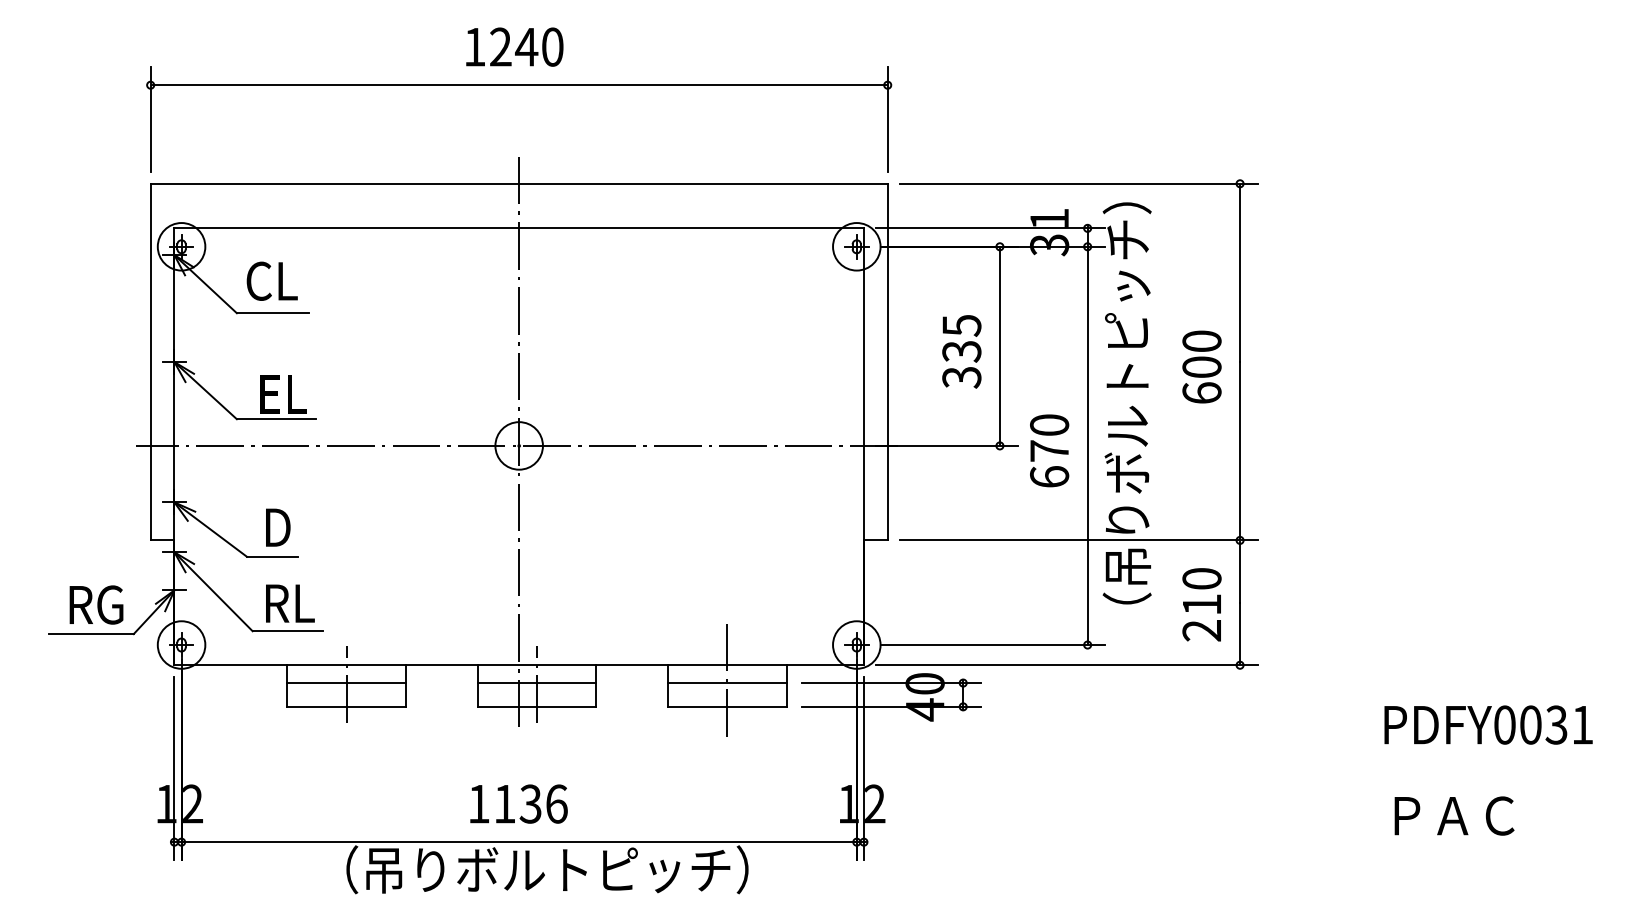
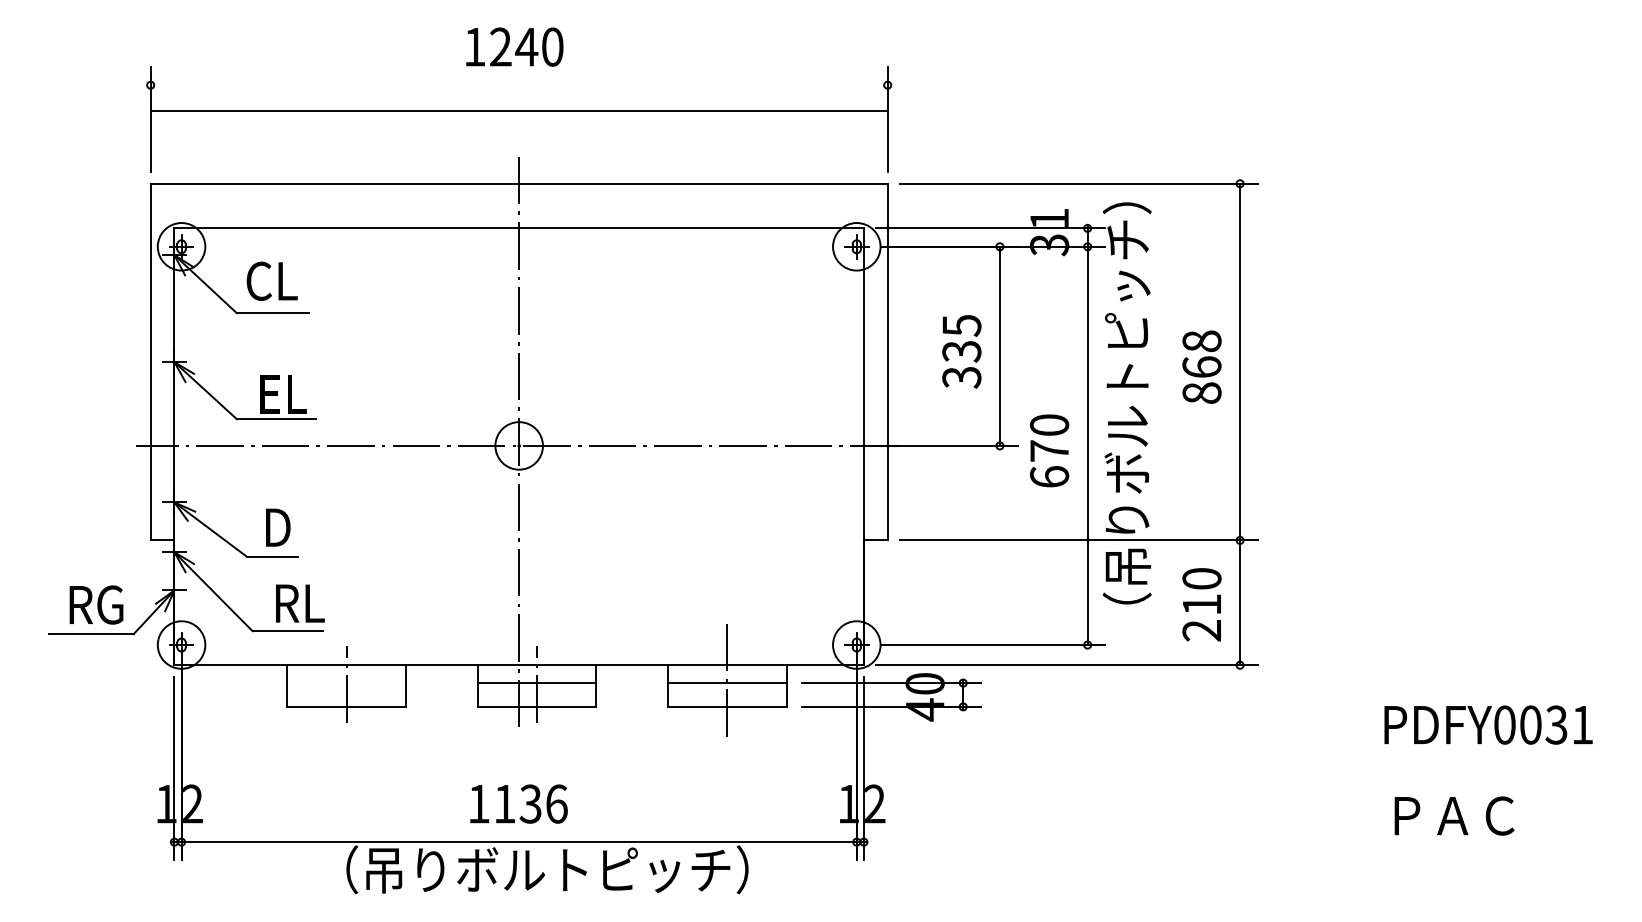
line at (518, 85) position: (518, 85) -> (518, 111)
text at (1201, 366): 600 -> 868
text at (290, 603) position: (290, 603) -> (300, 603)
line at (346, 683): present -> none
